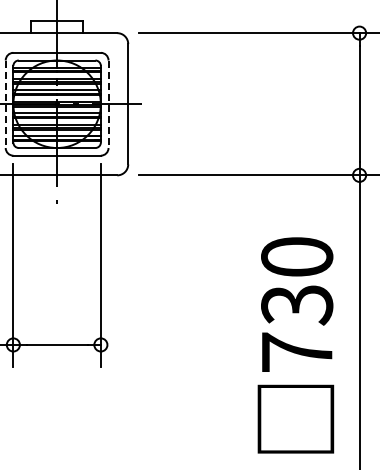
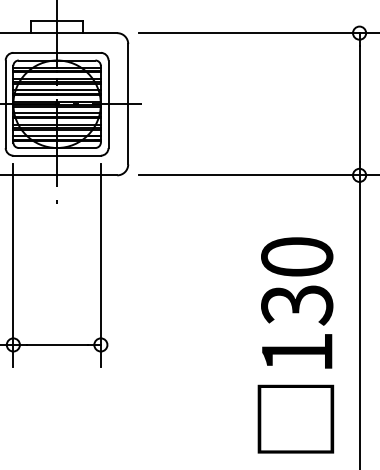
line at (5, 104): dashed -> solid
line at (108, 104): dashed -> solid
text at (297, 351): 730 -> 130
